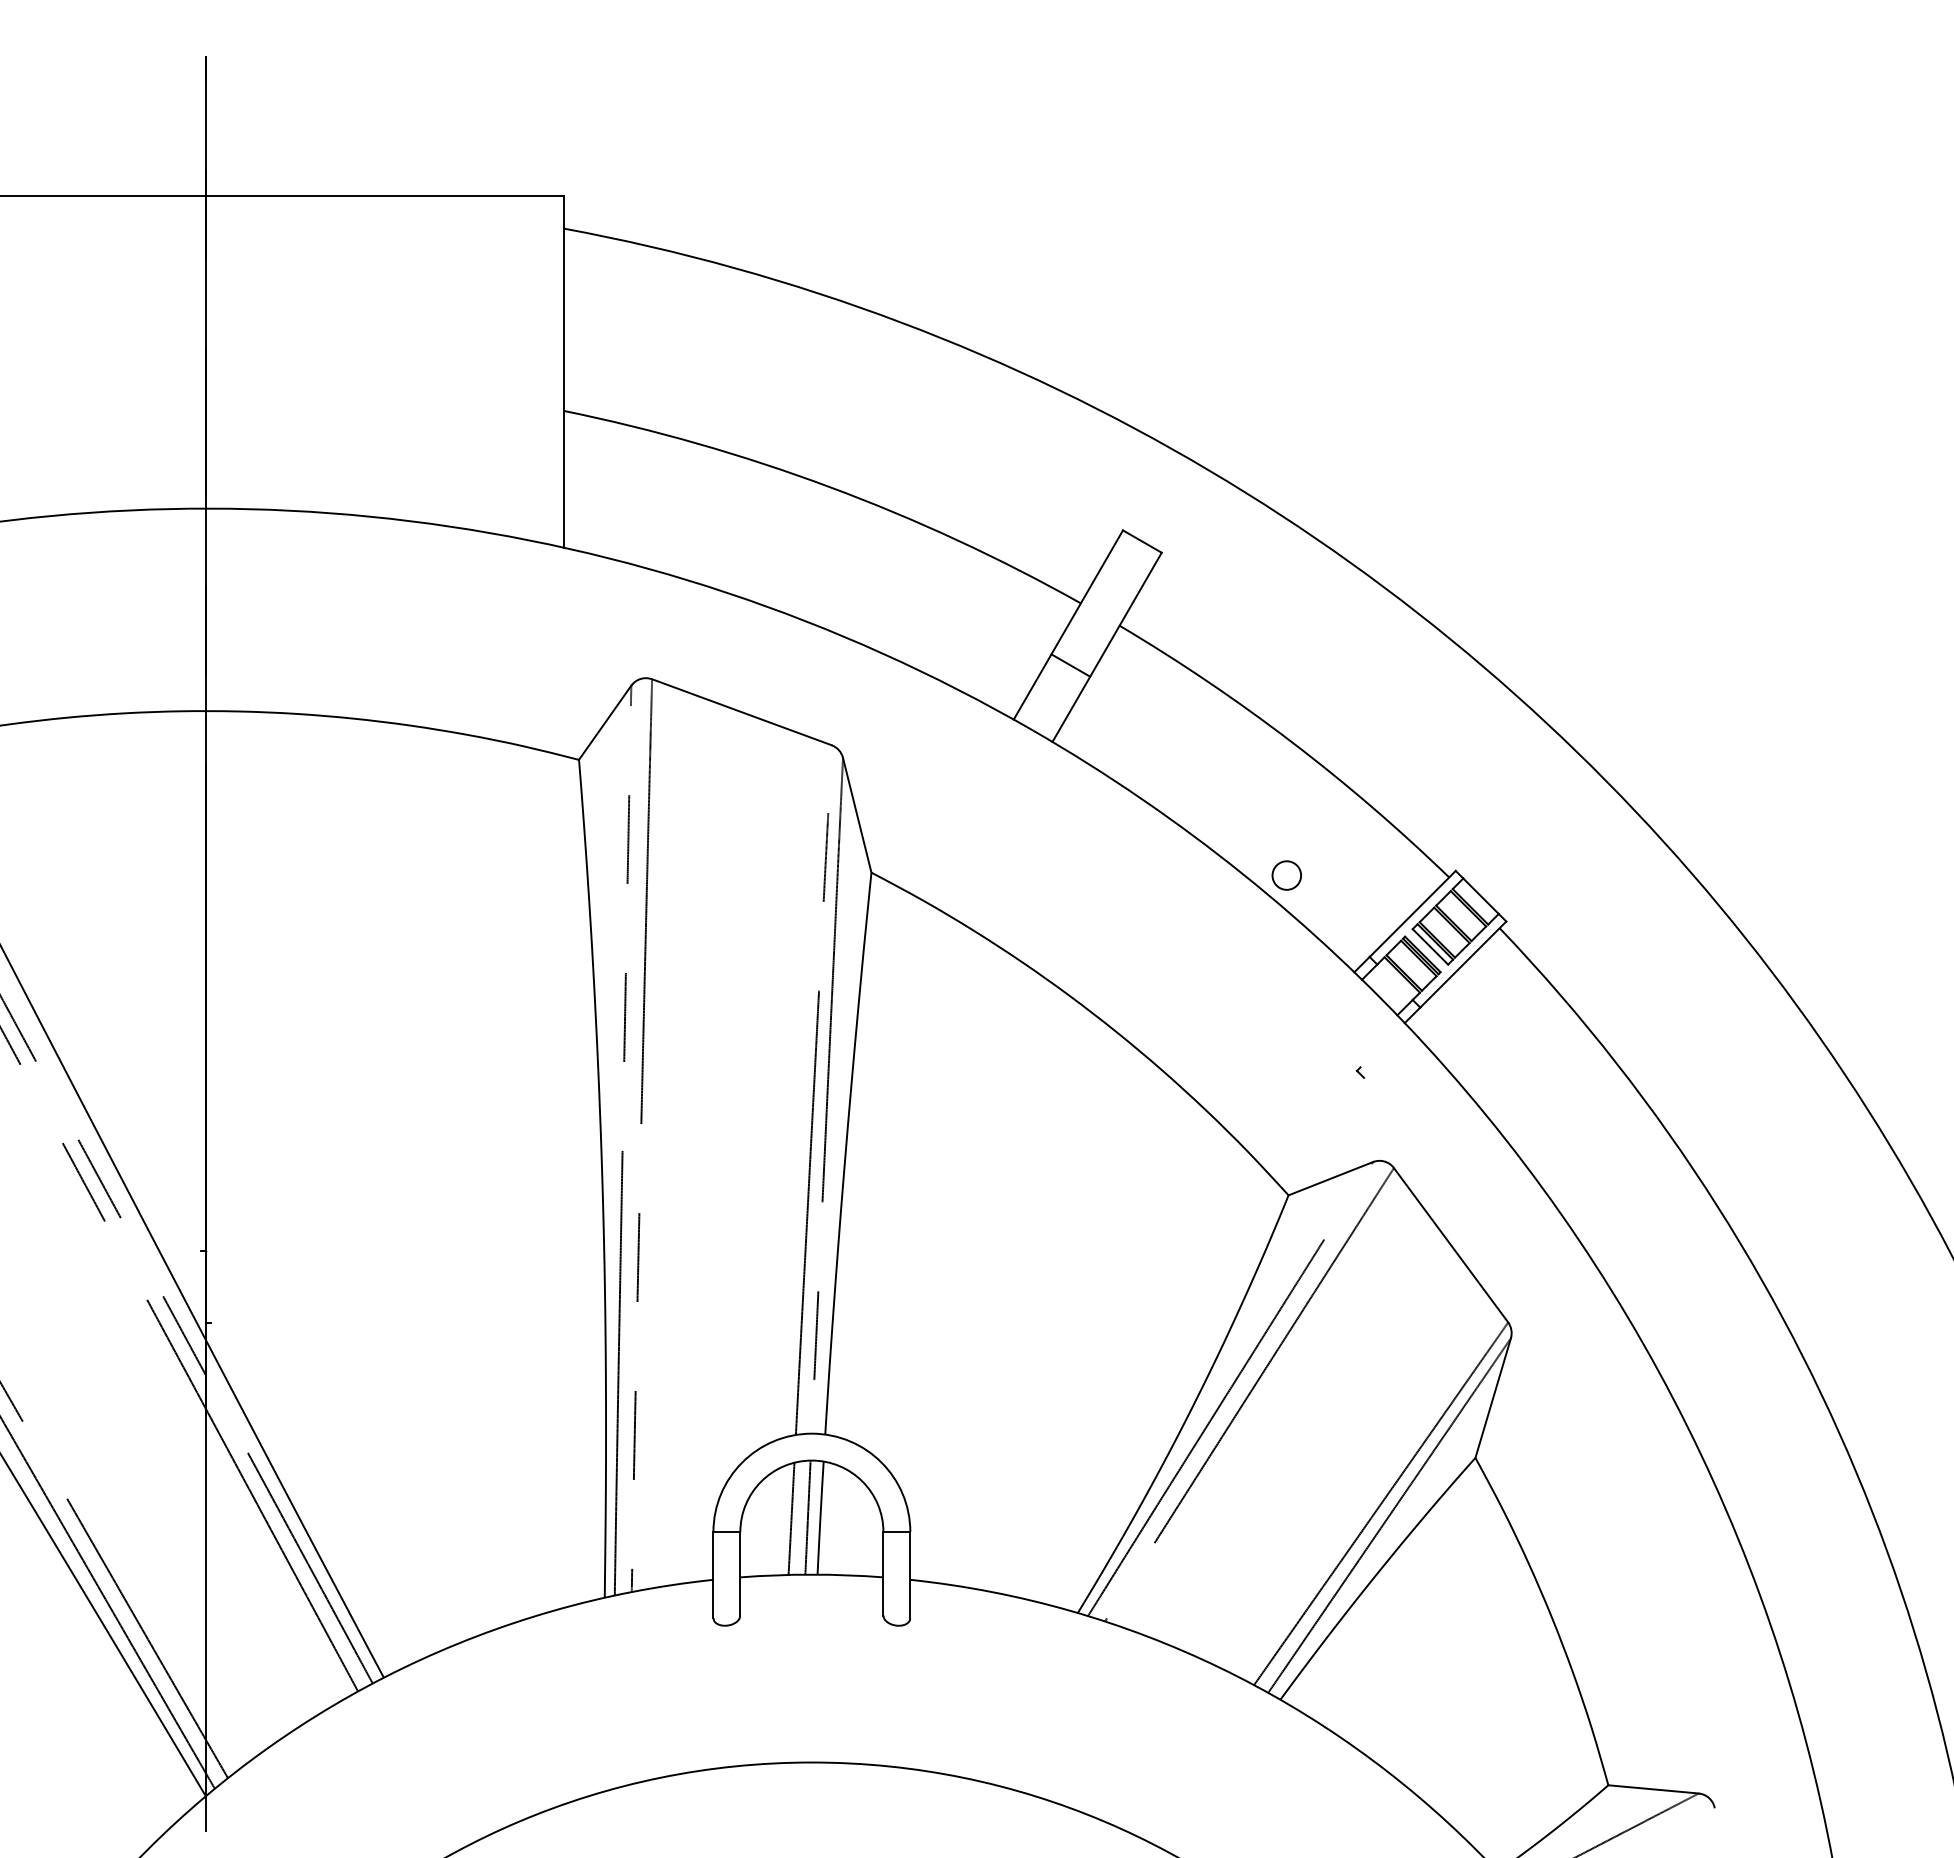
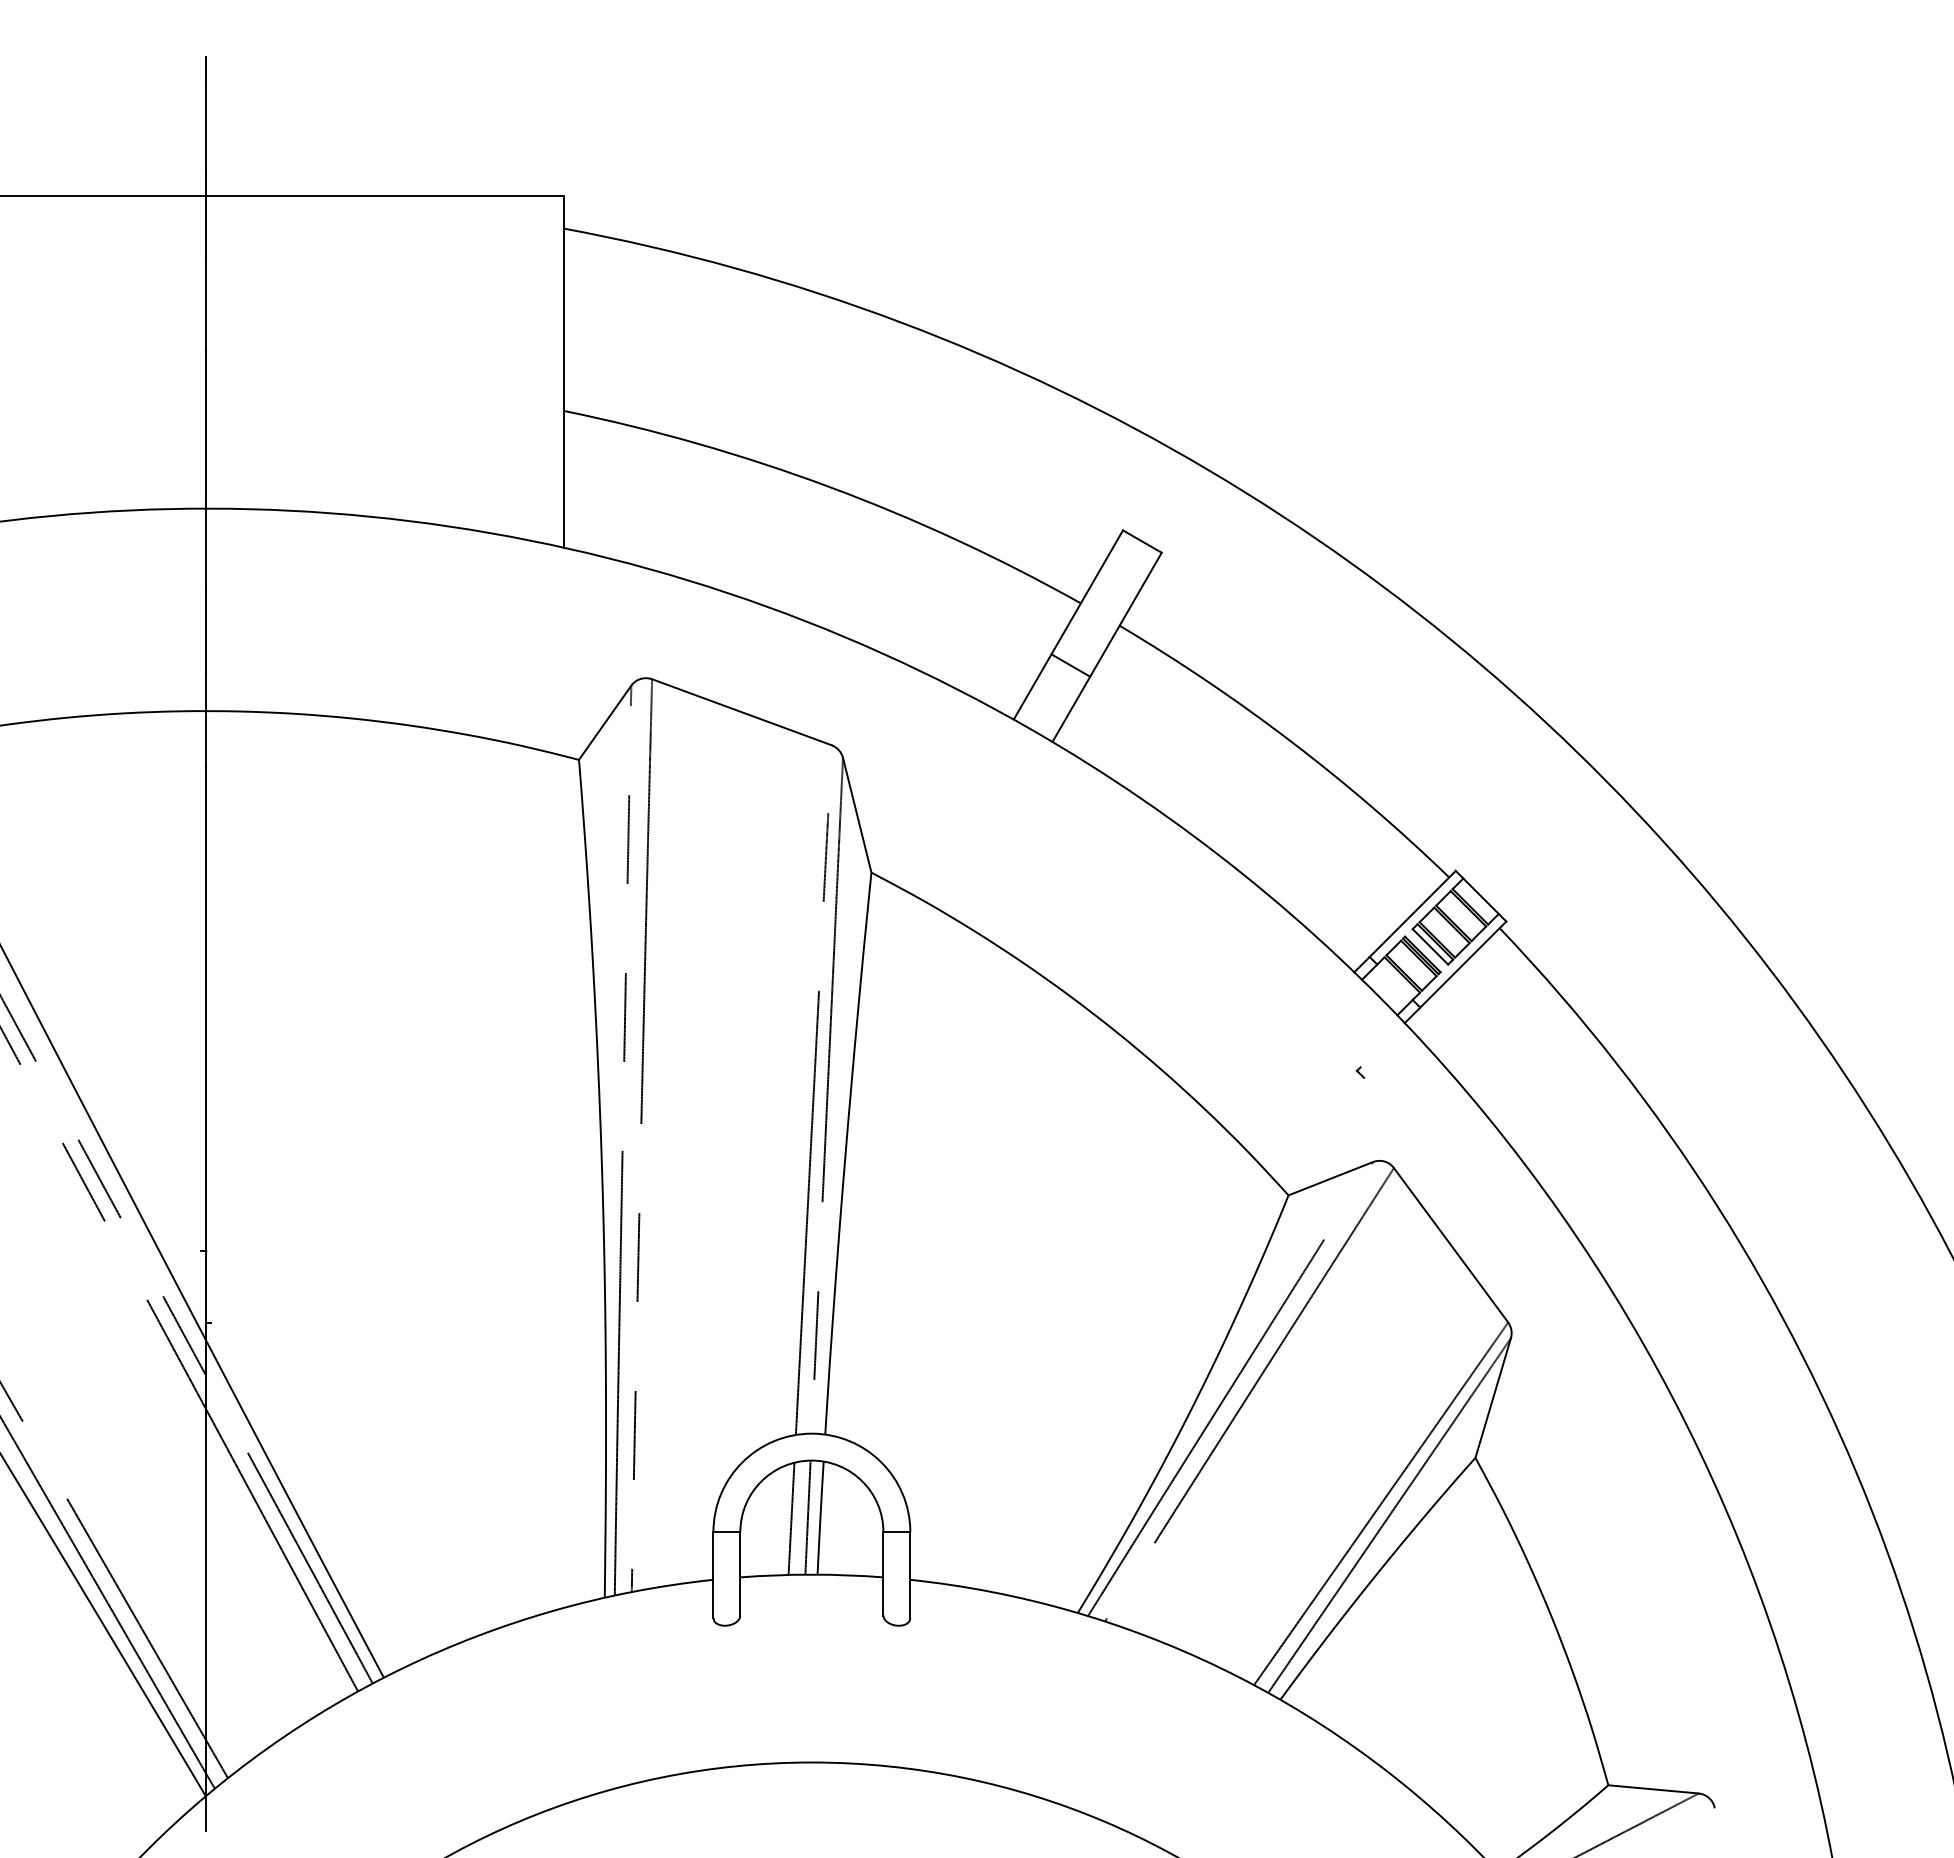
circle at (1286, 875): present -> none
